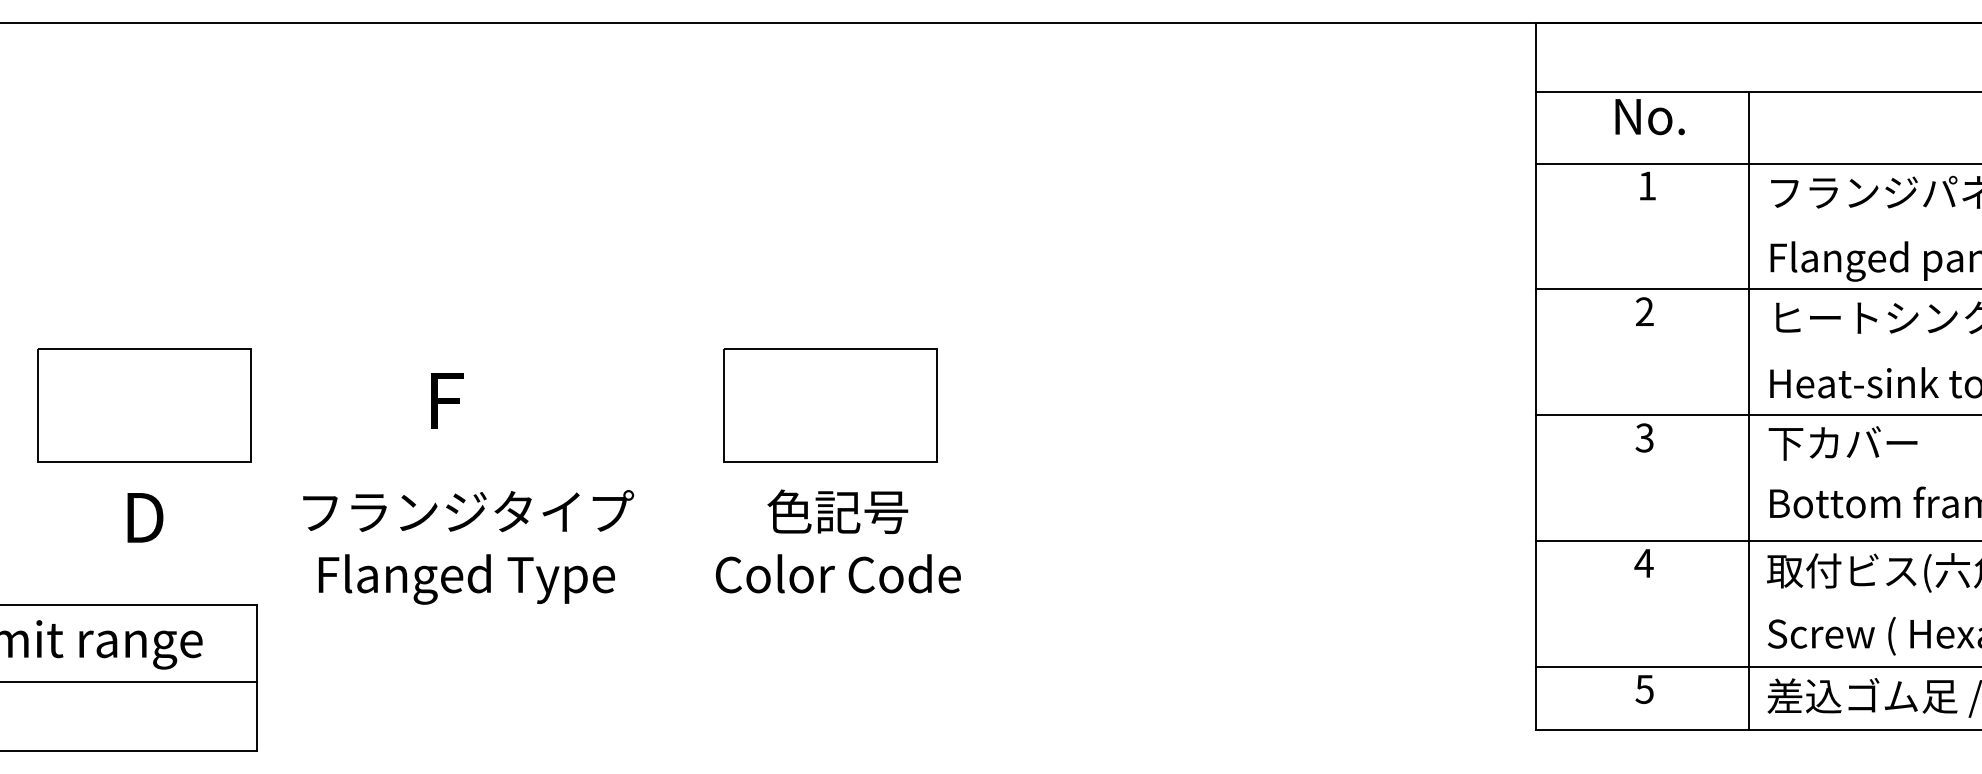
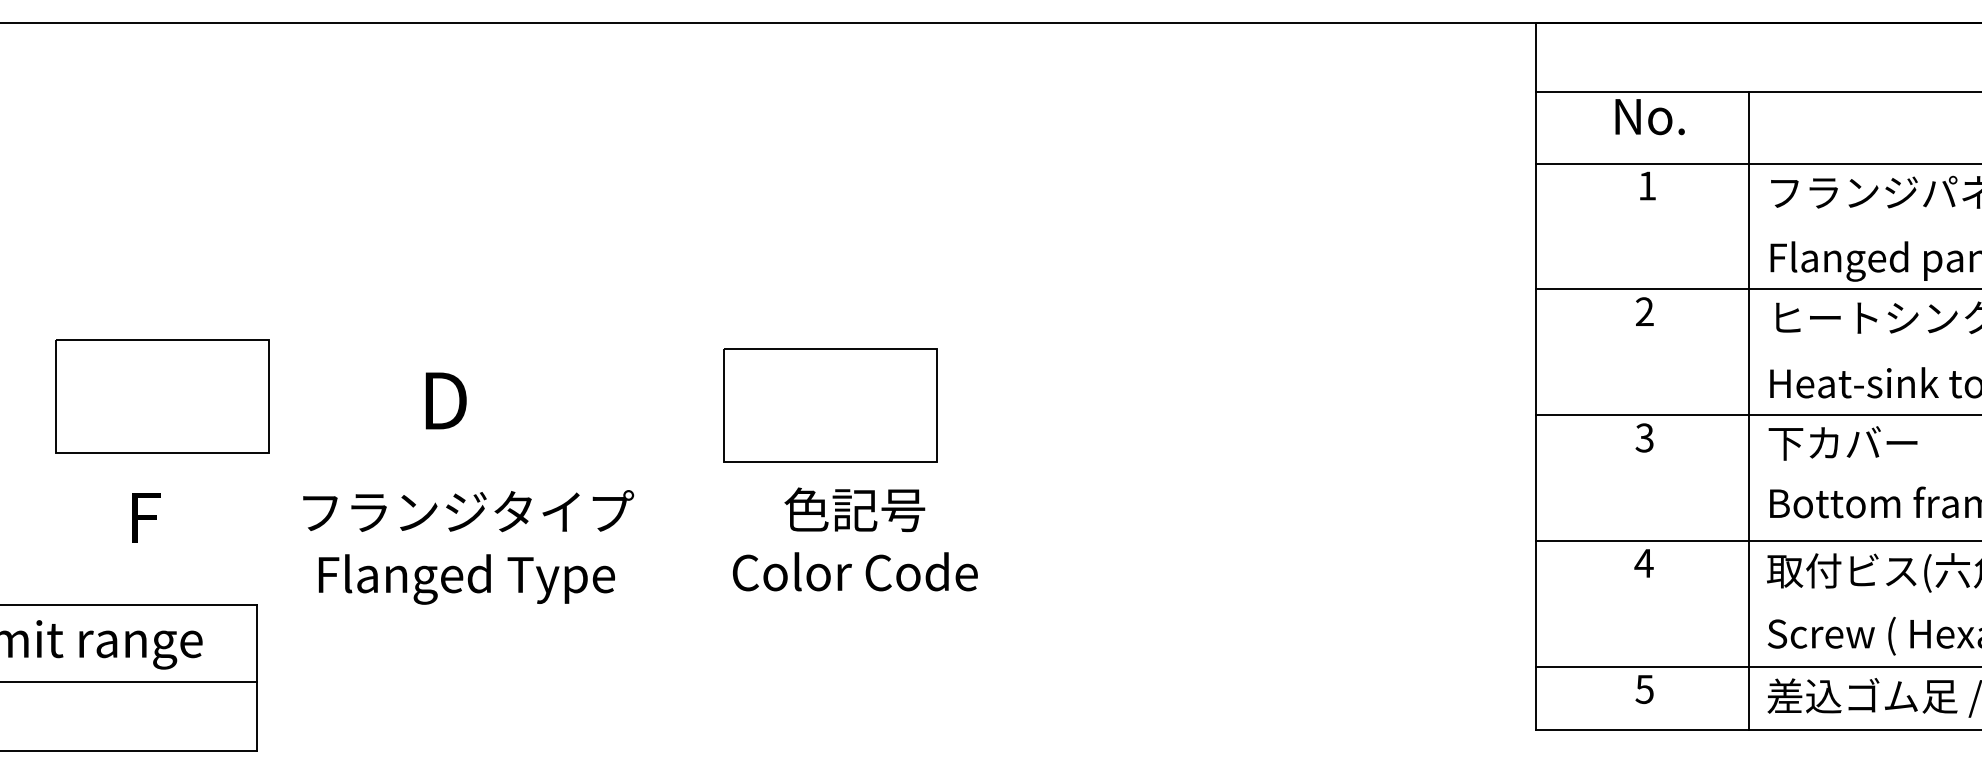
text at (445, 400): F -> D
part at (144, 405) position: (144, 405) -> (162, 396)
text at (145, 517): D -> F
text at (838, 541) position: (838, 541) -> (855, 539)
